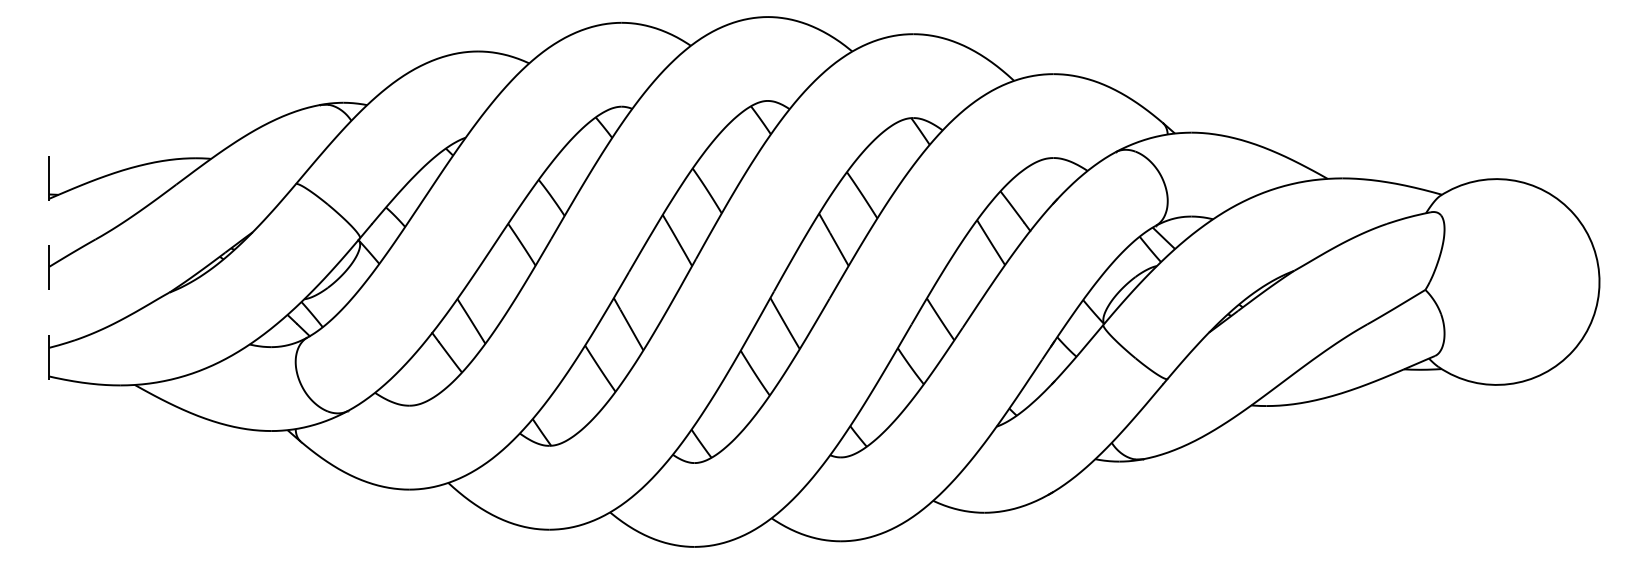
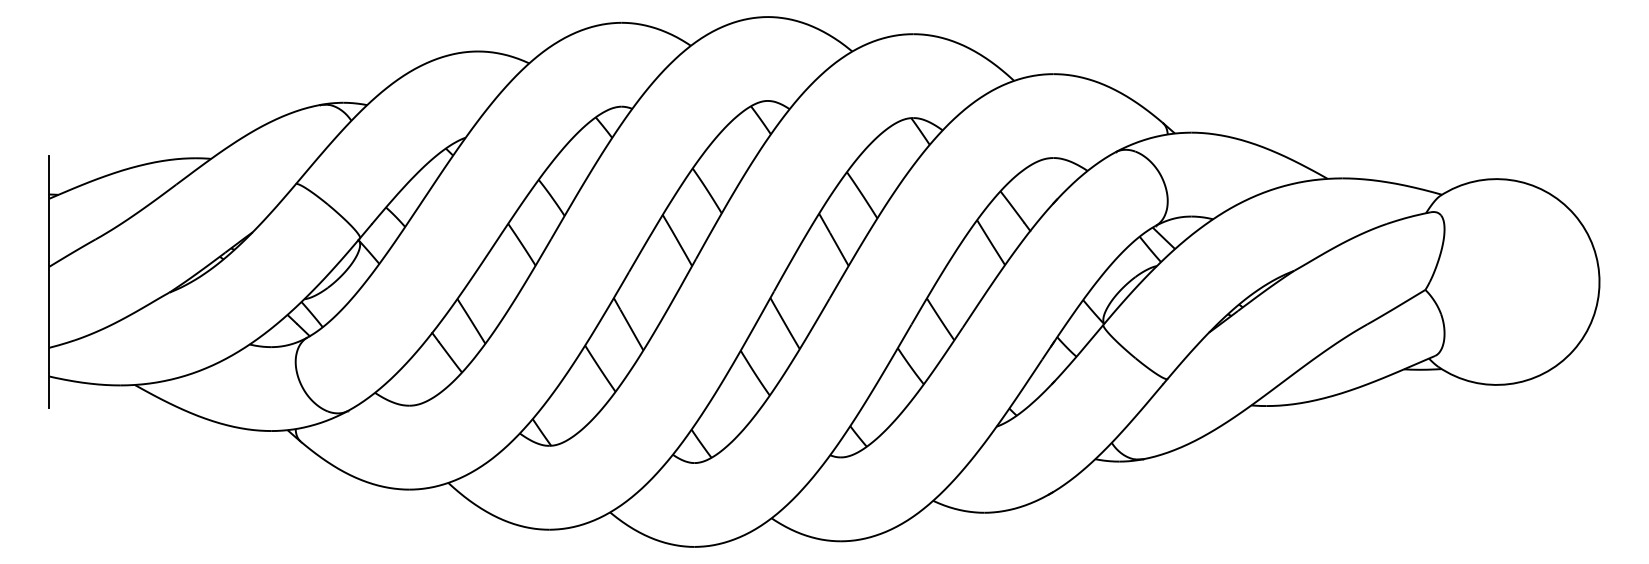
line at (49, 282): dashed -> solid
